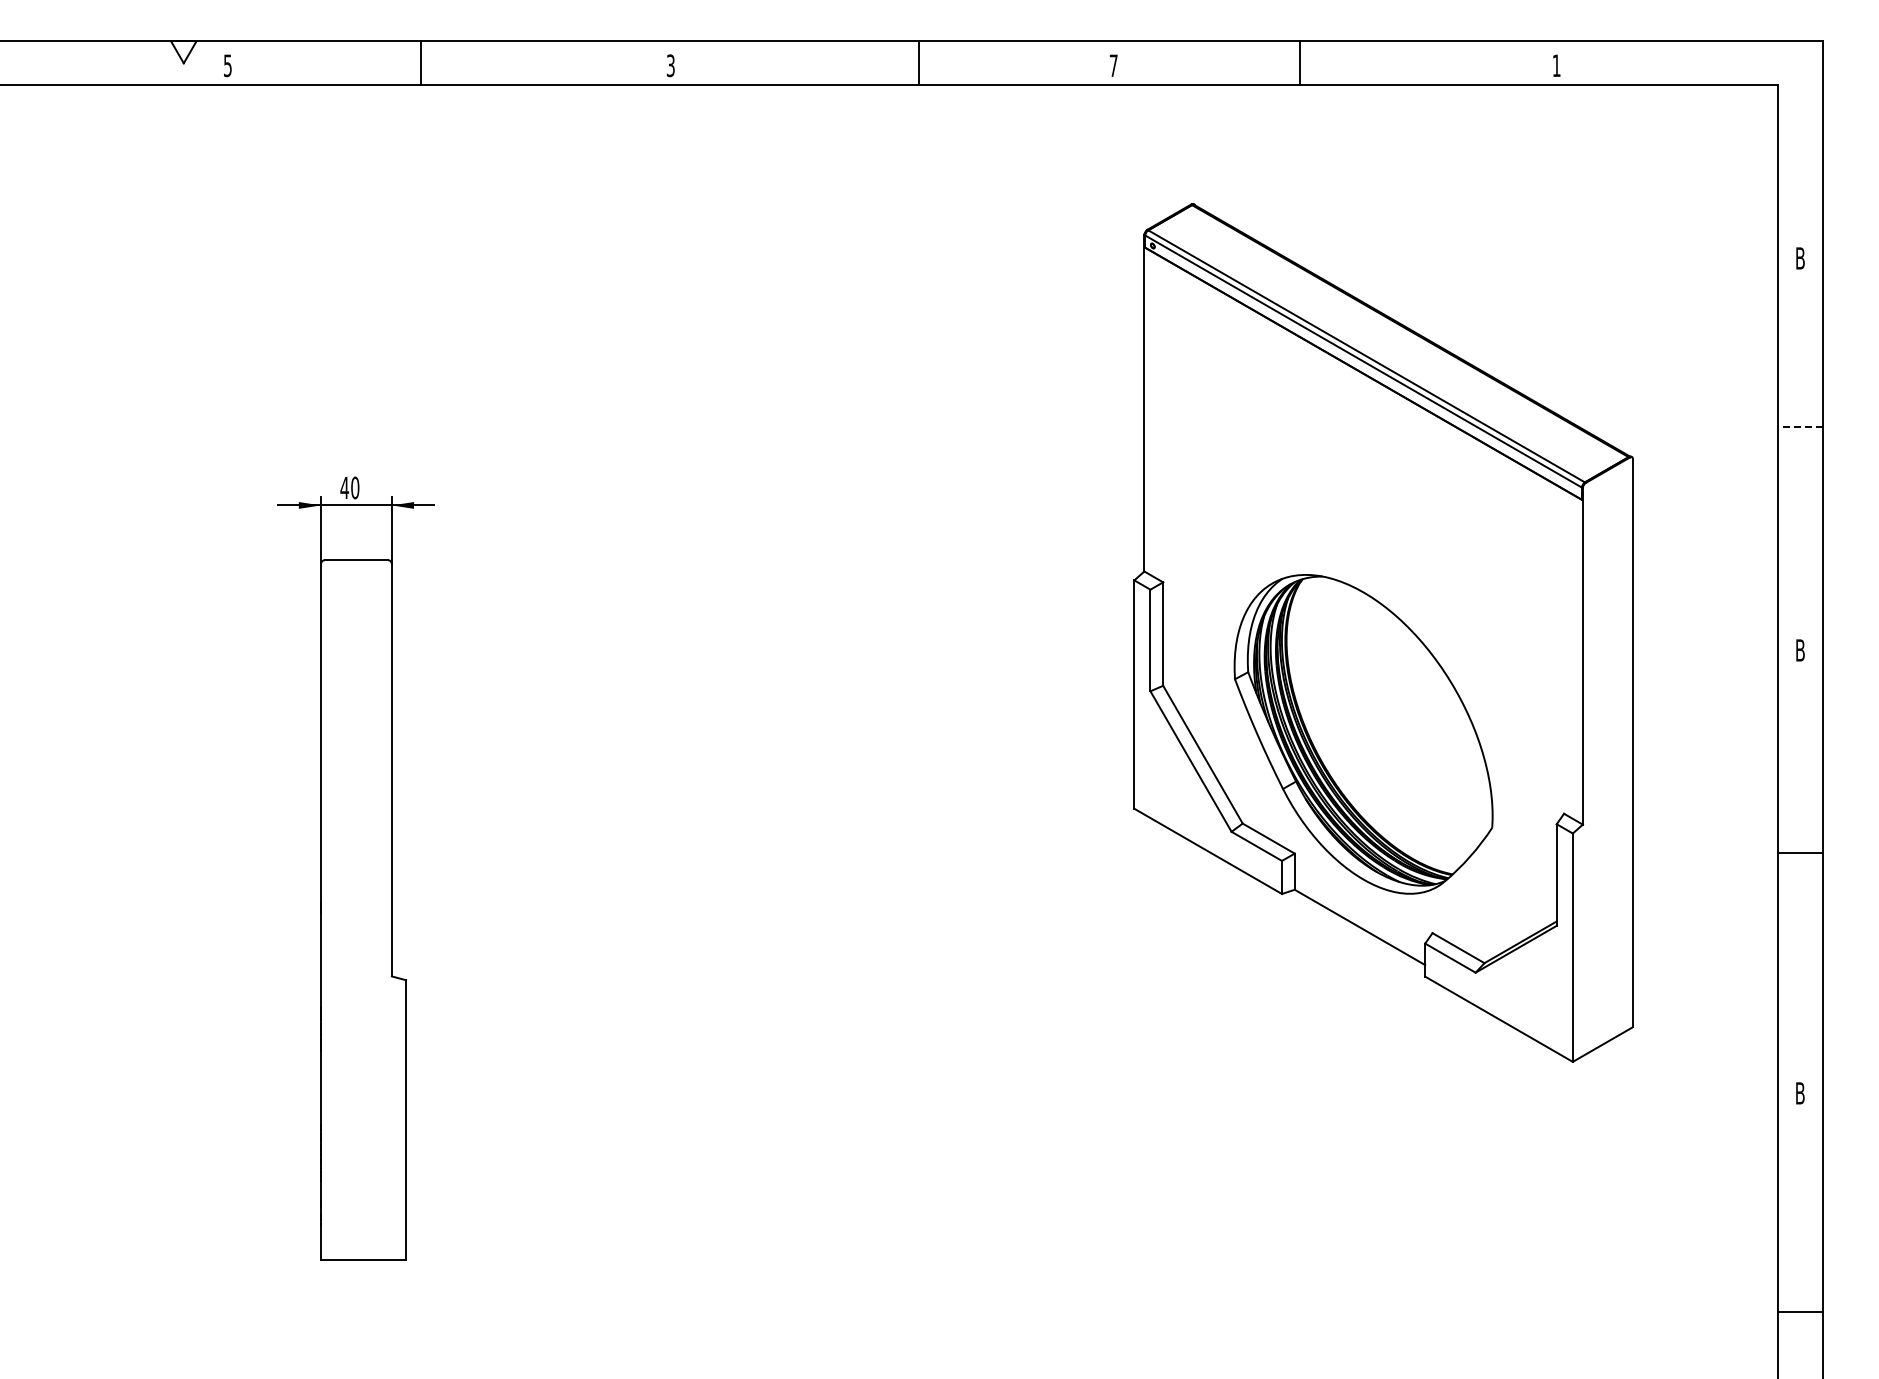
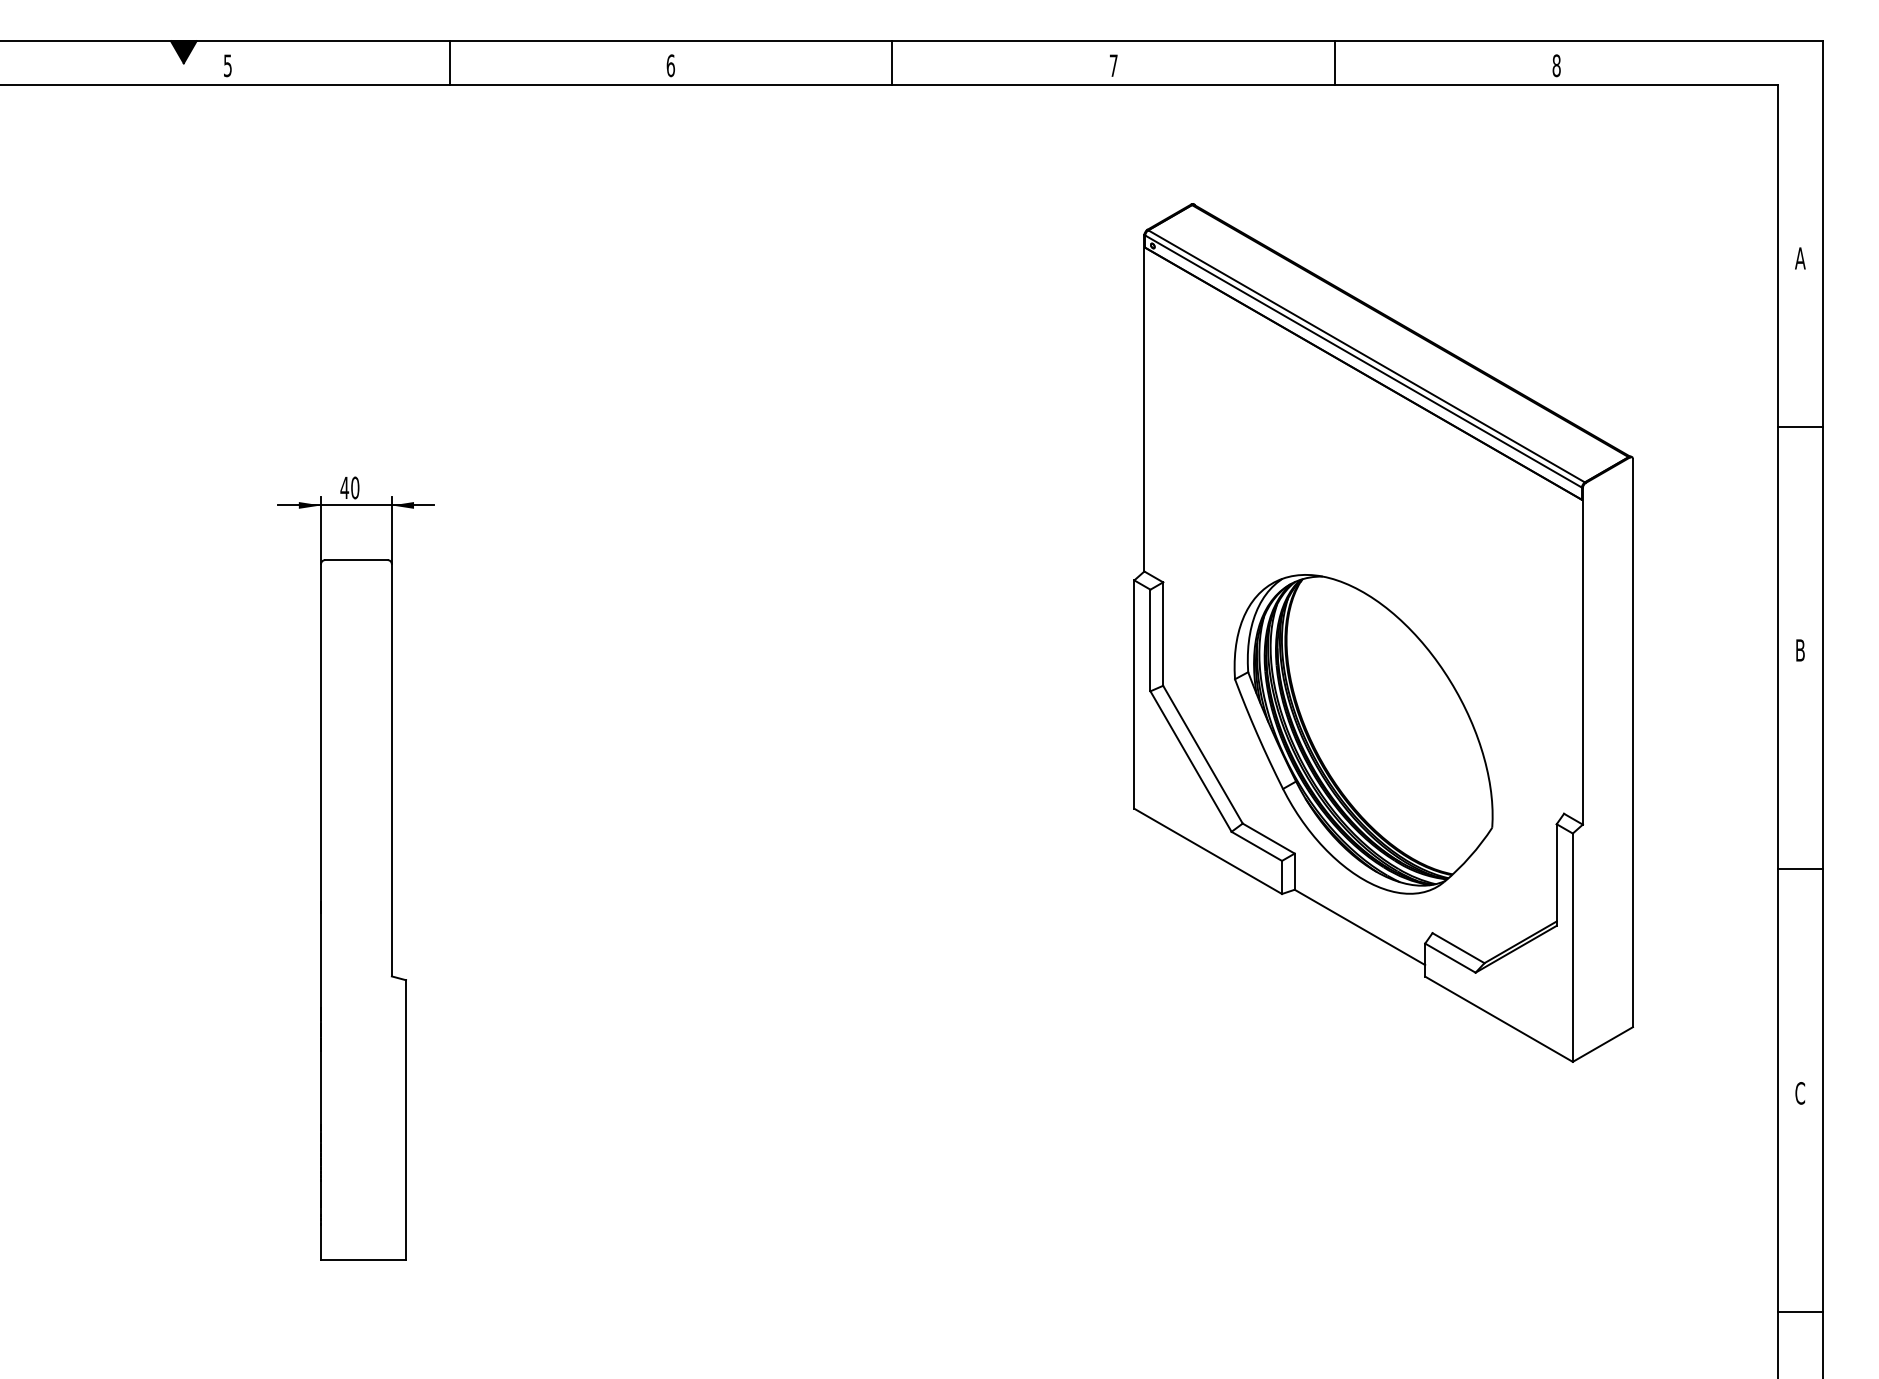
fill at (183, 52): none -> present
line at (420, 63) position: (420, 63) -> (449, 63)
line at (919, 63) position: (919, 63) -> (892, 63)
line at (1300, 63) position: (1300, 63) -> (1335, 63)
text at (670, 65): 3 -> 6
text at (1556, 65): 1 -> 8
text at (1800, 258): B -> A
line at (1799, 426): dashed -> solid
line at (1800, 853) position: (1800, 853) -> (1800, 869)
text at (1800, 1093): B -> C
